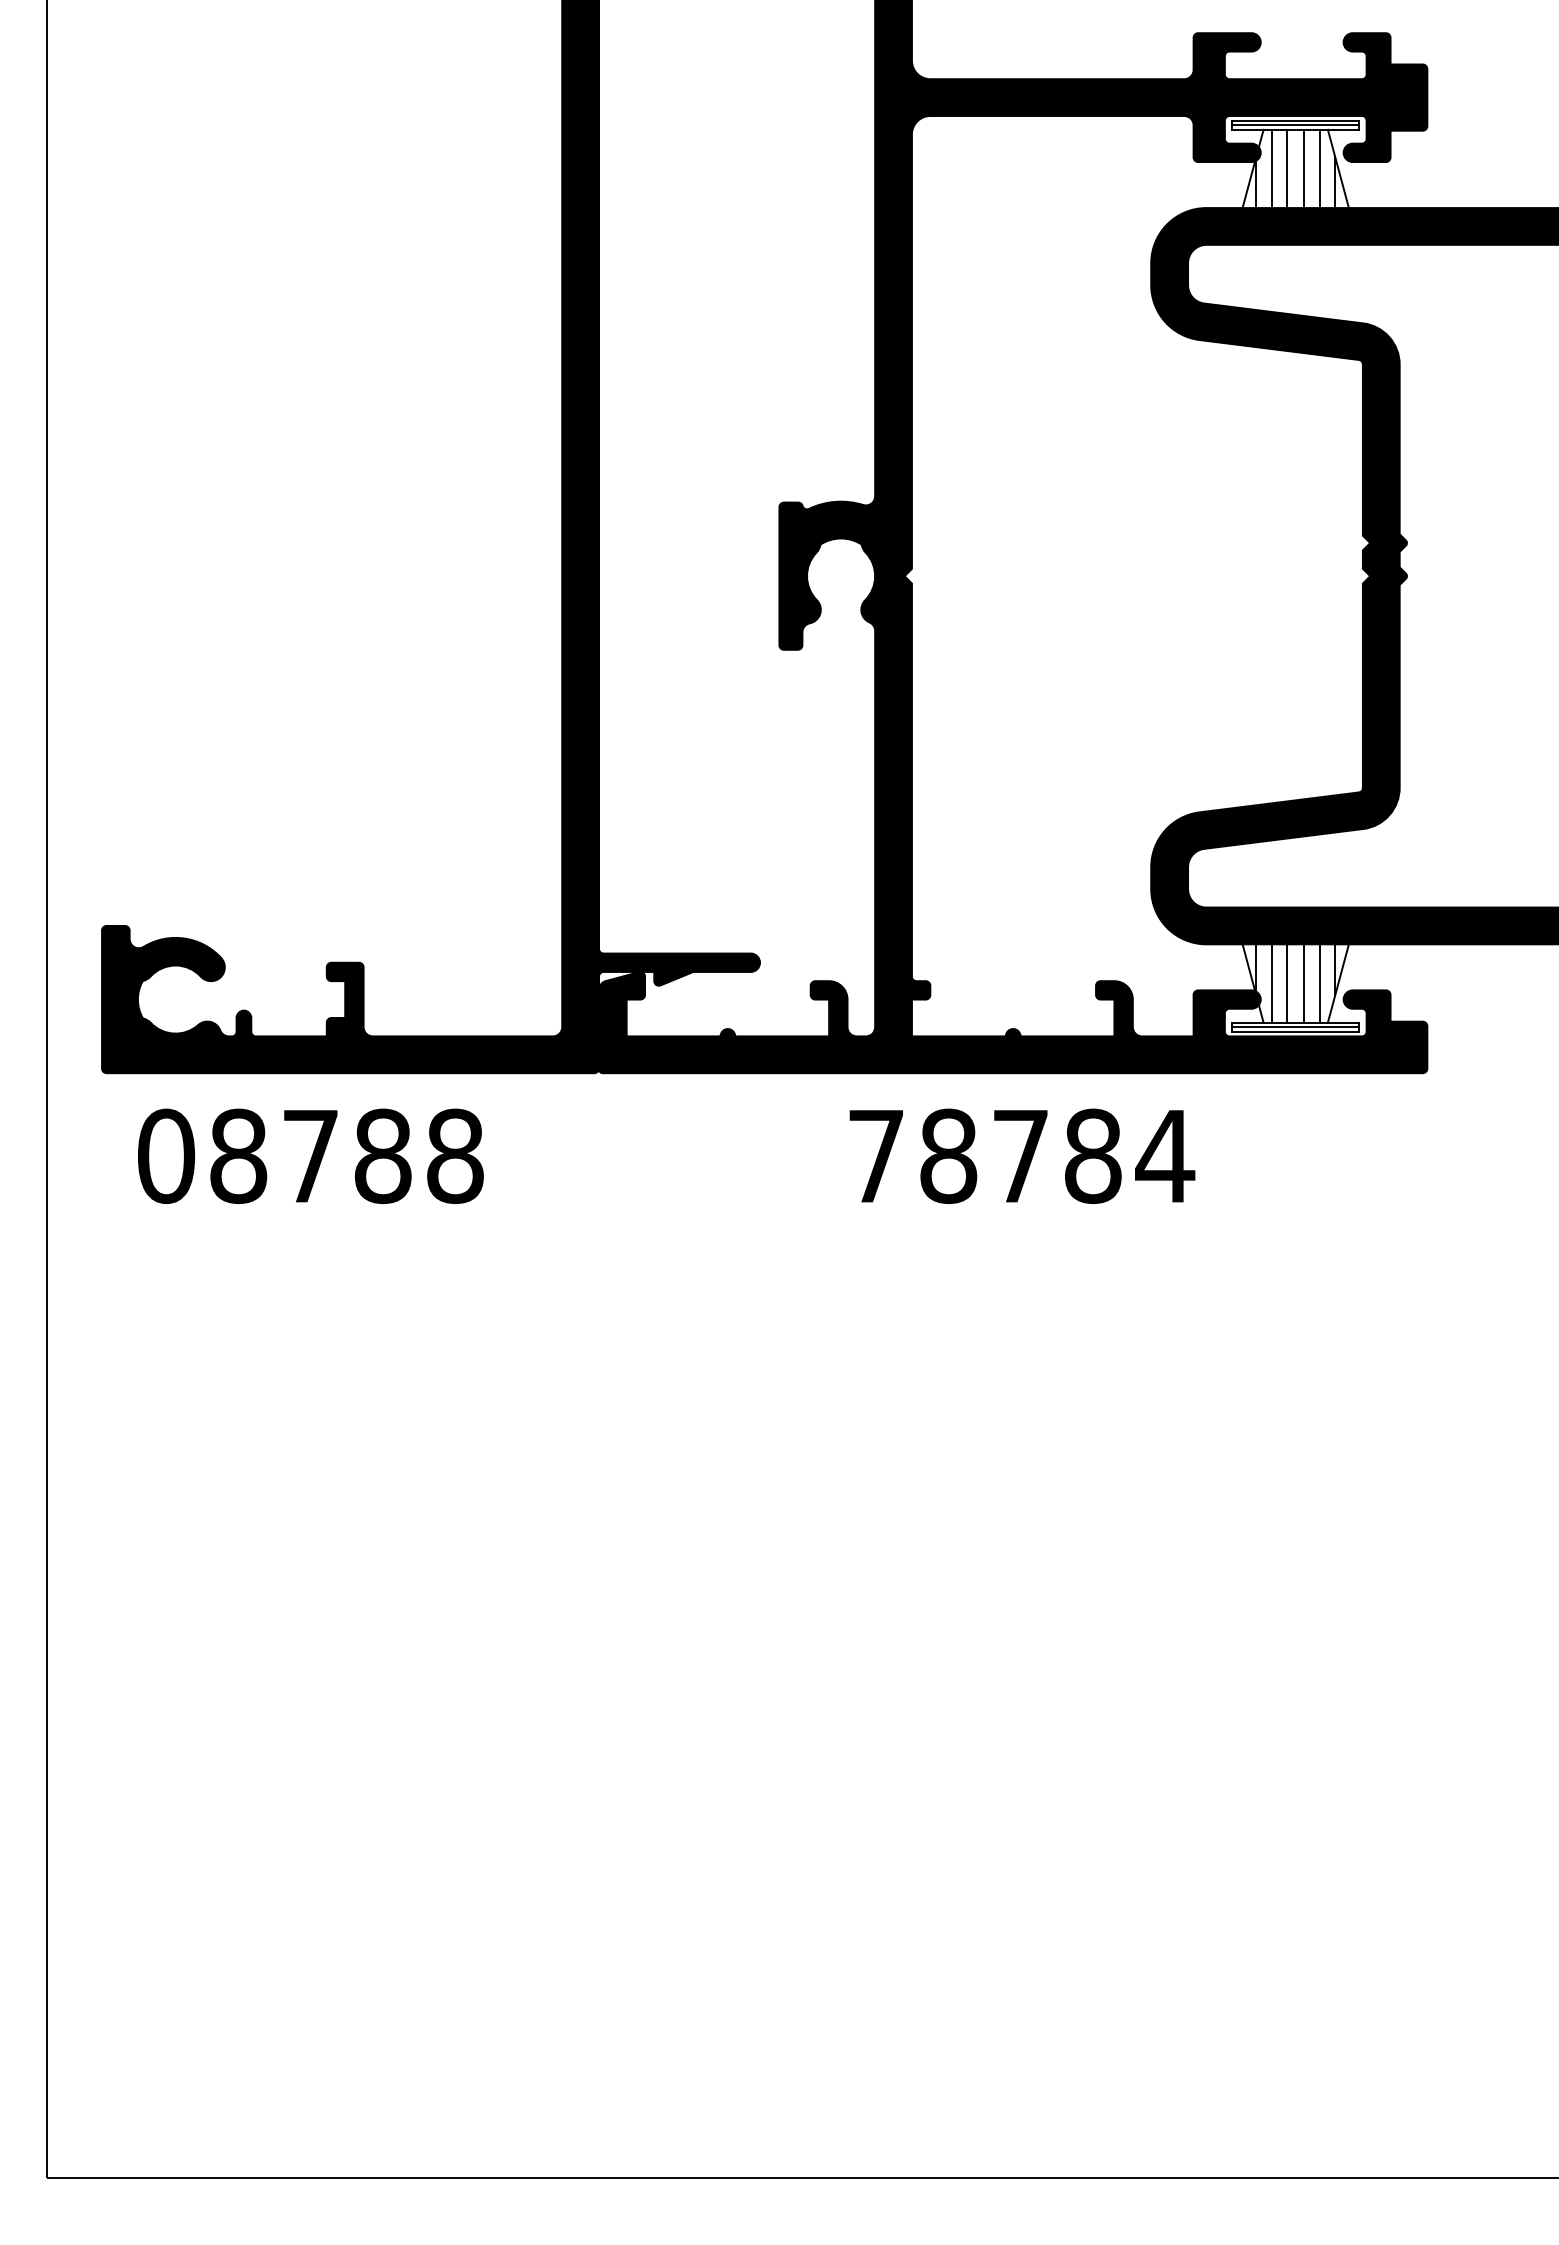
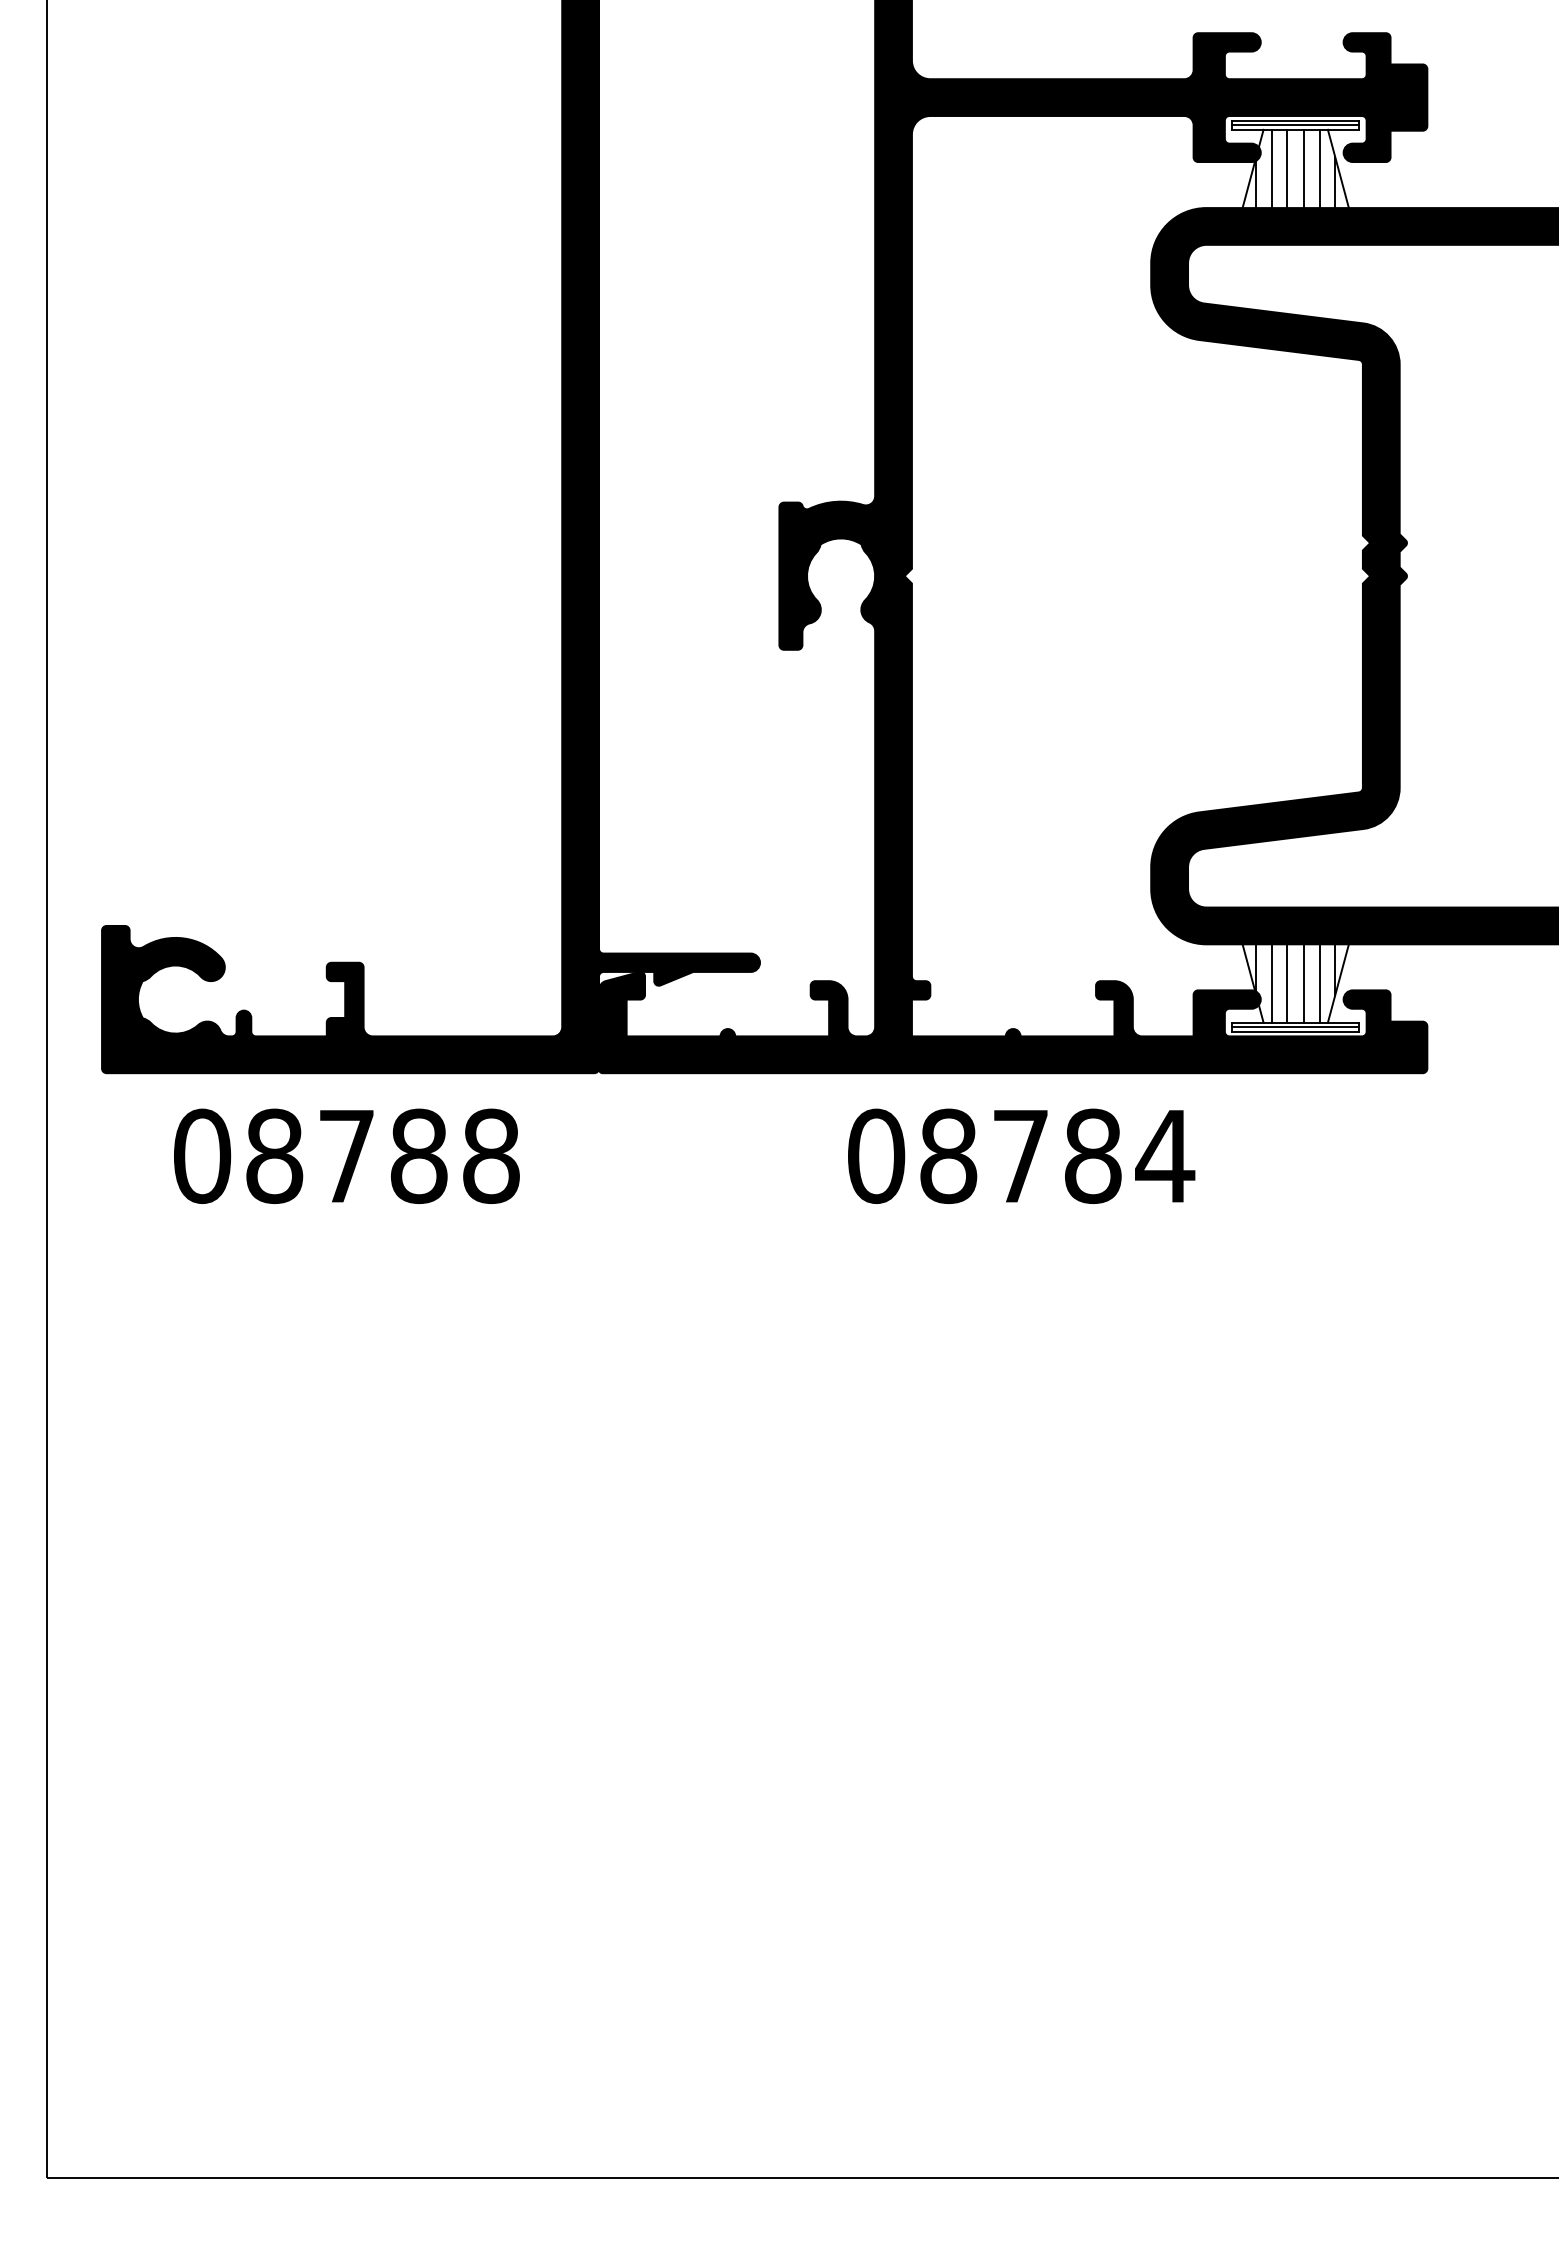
text at (310, 1155) position: (310, 1155) -> (346, 1155)
text at (876, 1155): 78784 -> 08784
